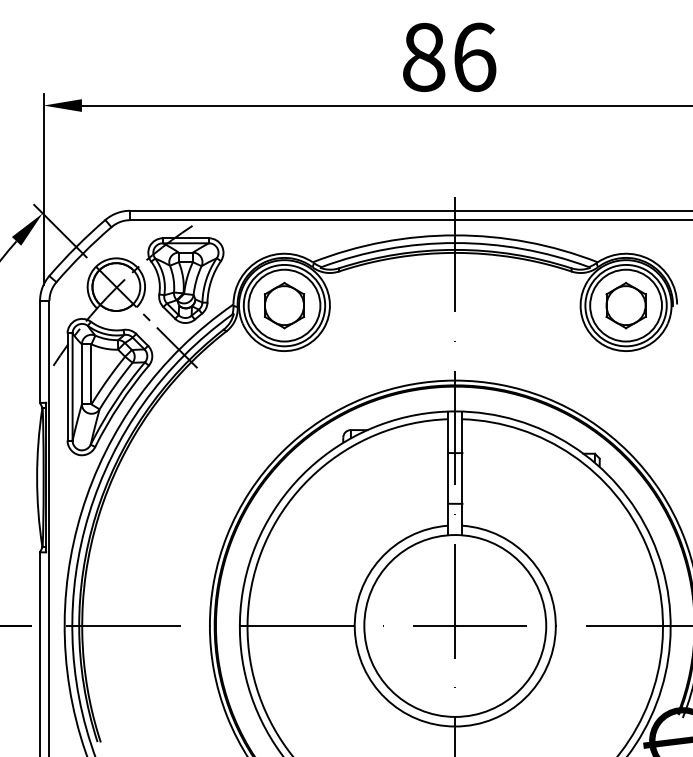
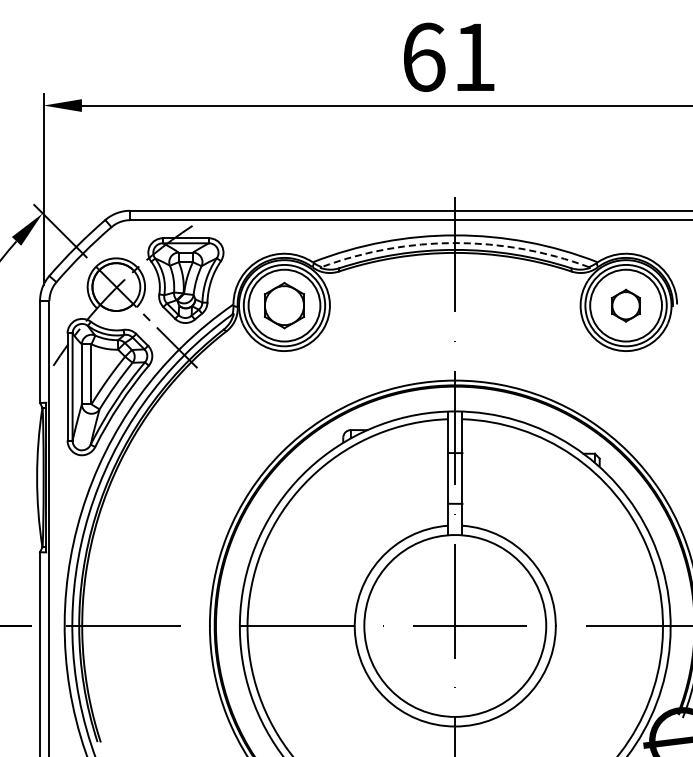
text at (449, 56): 86 -> 61
arc at (455, 243): solid -> dashed
part at (625, 305) size: 42x48 px -> 30x35 px
